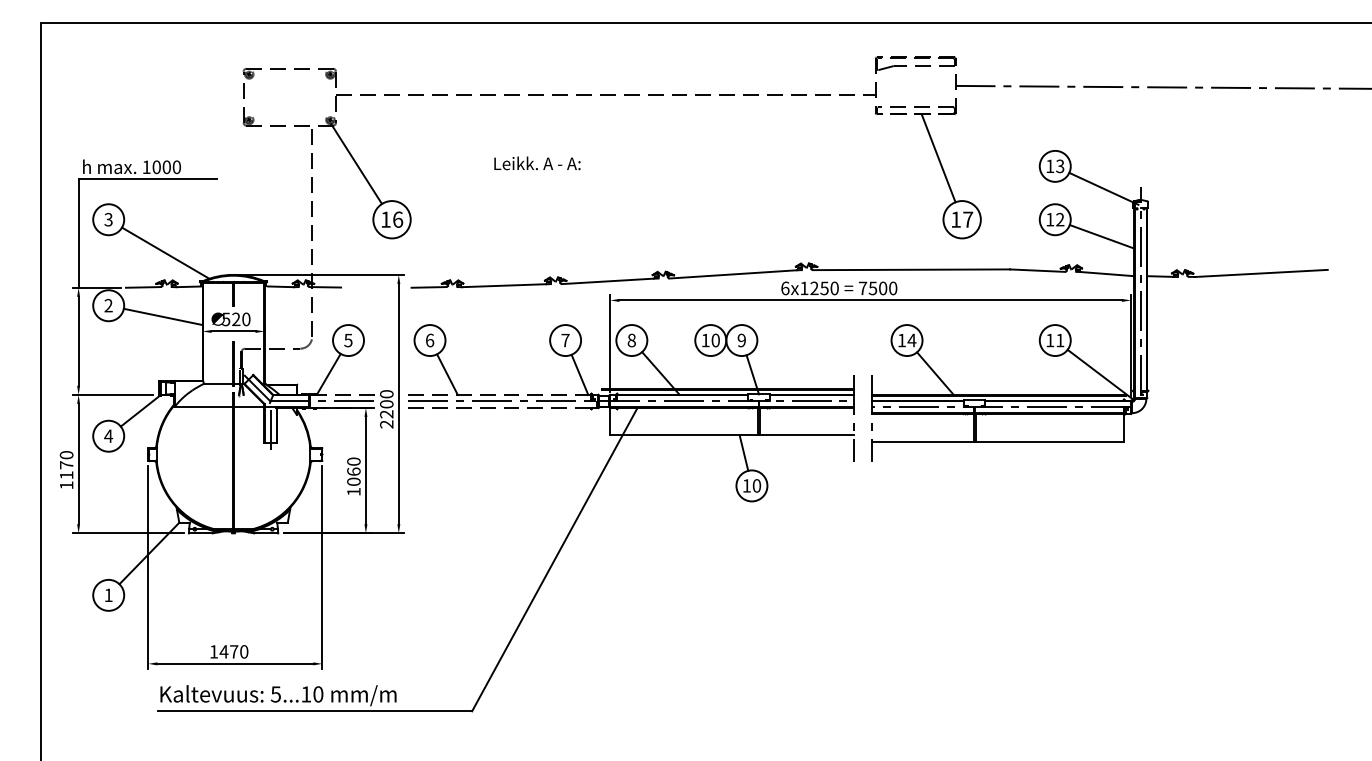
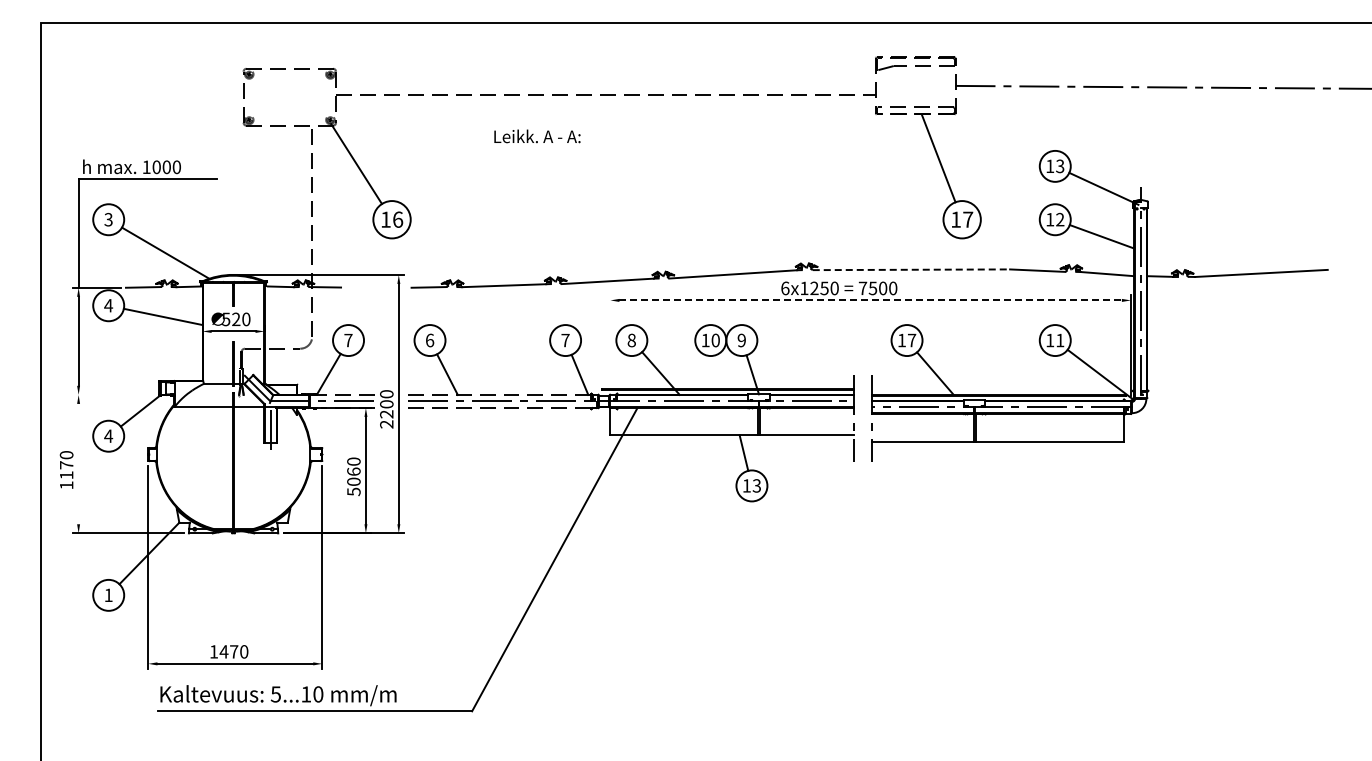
text at (537, 163) position: (537, 163) -> (537, 136)
line at (911, 269): solid -> dashed
line at (871, 300): solid -> dashed
text at (108, 305): 2 -> 4
text at (348, 340): 5 -> 7
text at (911, 340): 14 -> 17
line at (610, 343): present -> none
line at (113, 394): present -> none
line at (78, 463): present -> none
text at (756, 485): 10 -> 13
text at (353, 491): 1060 -> 5060
